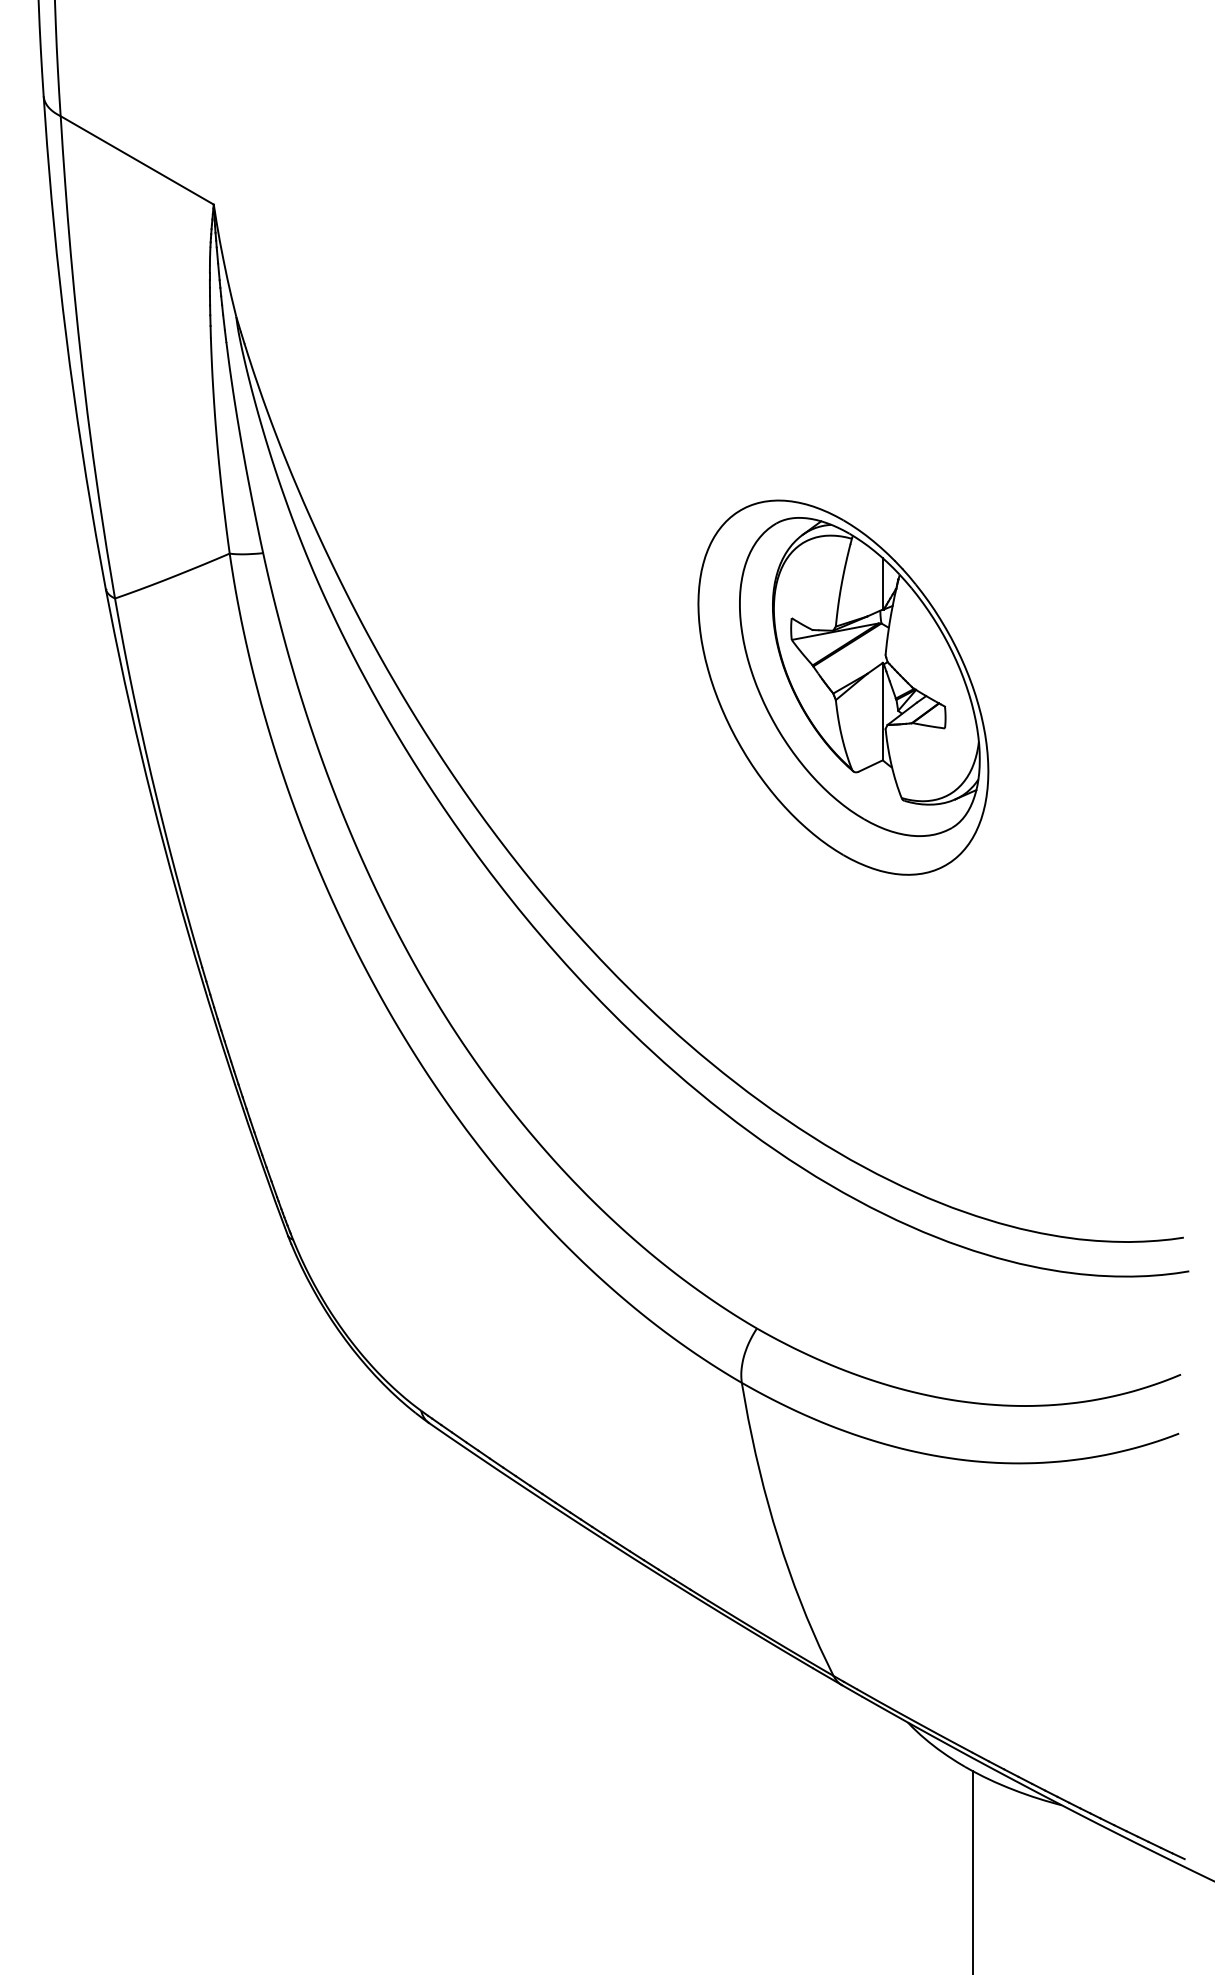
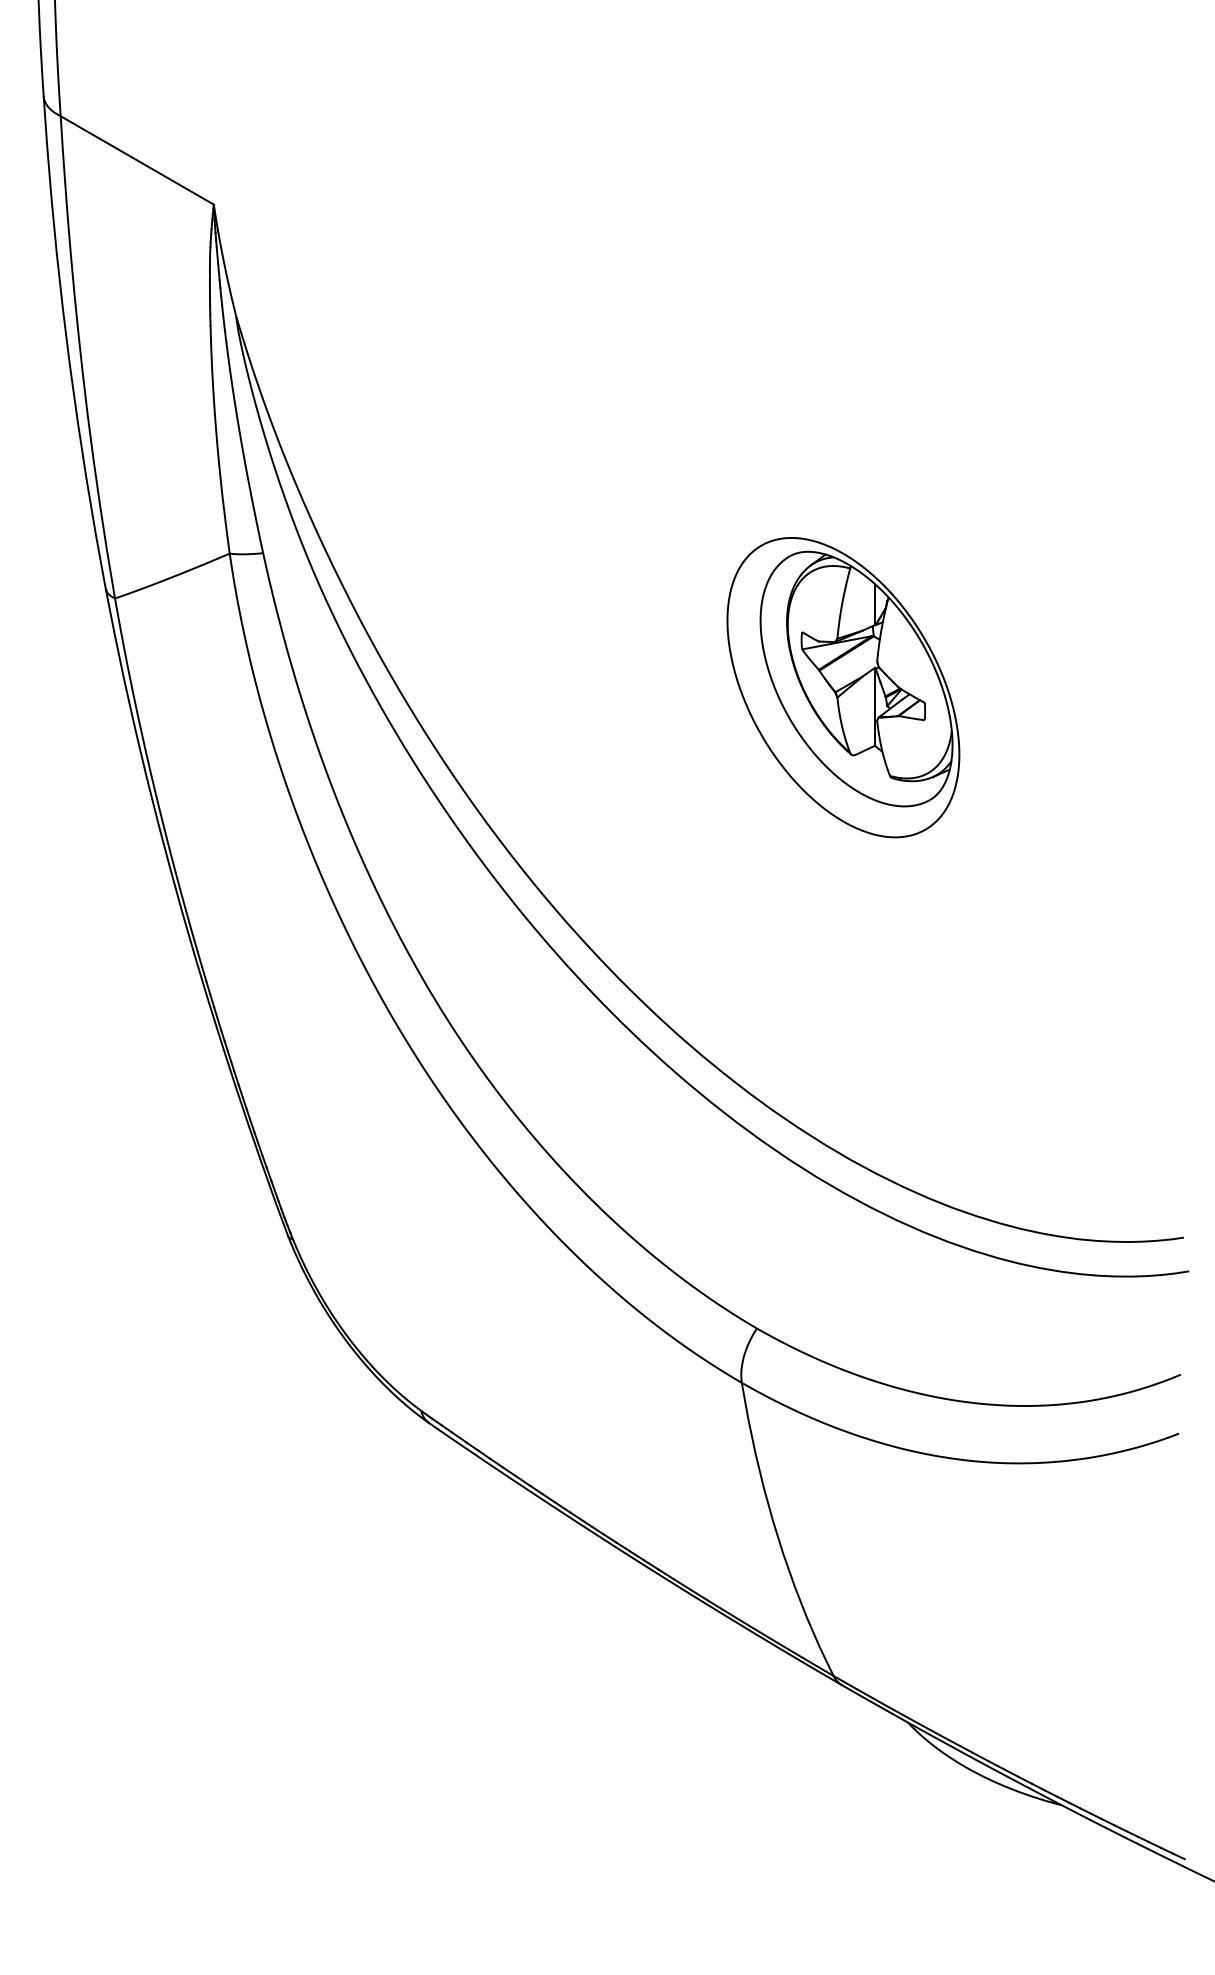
part at (843, 687) size: 293x377 px -> 235x302 px
line at (972, 1871): present -> none
